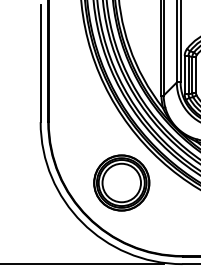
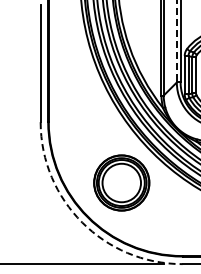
line at (176, 41): solid -> dashed
arc at (82, 222): solid -> dashed
